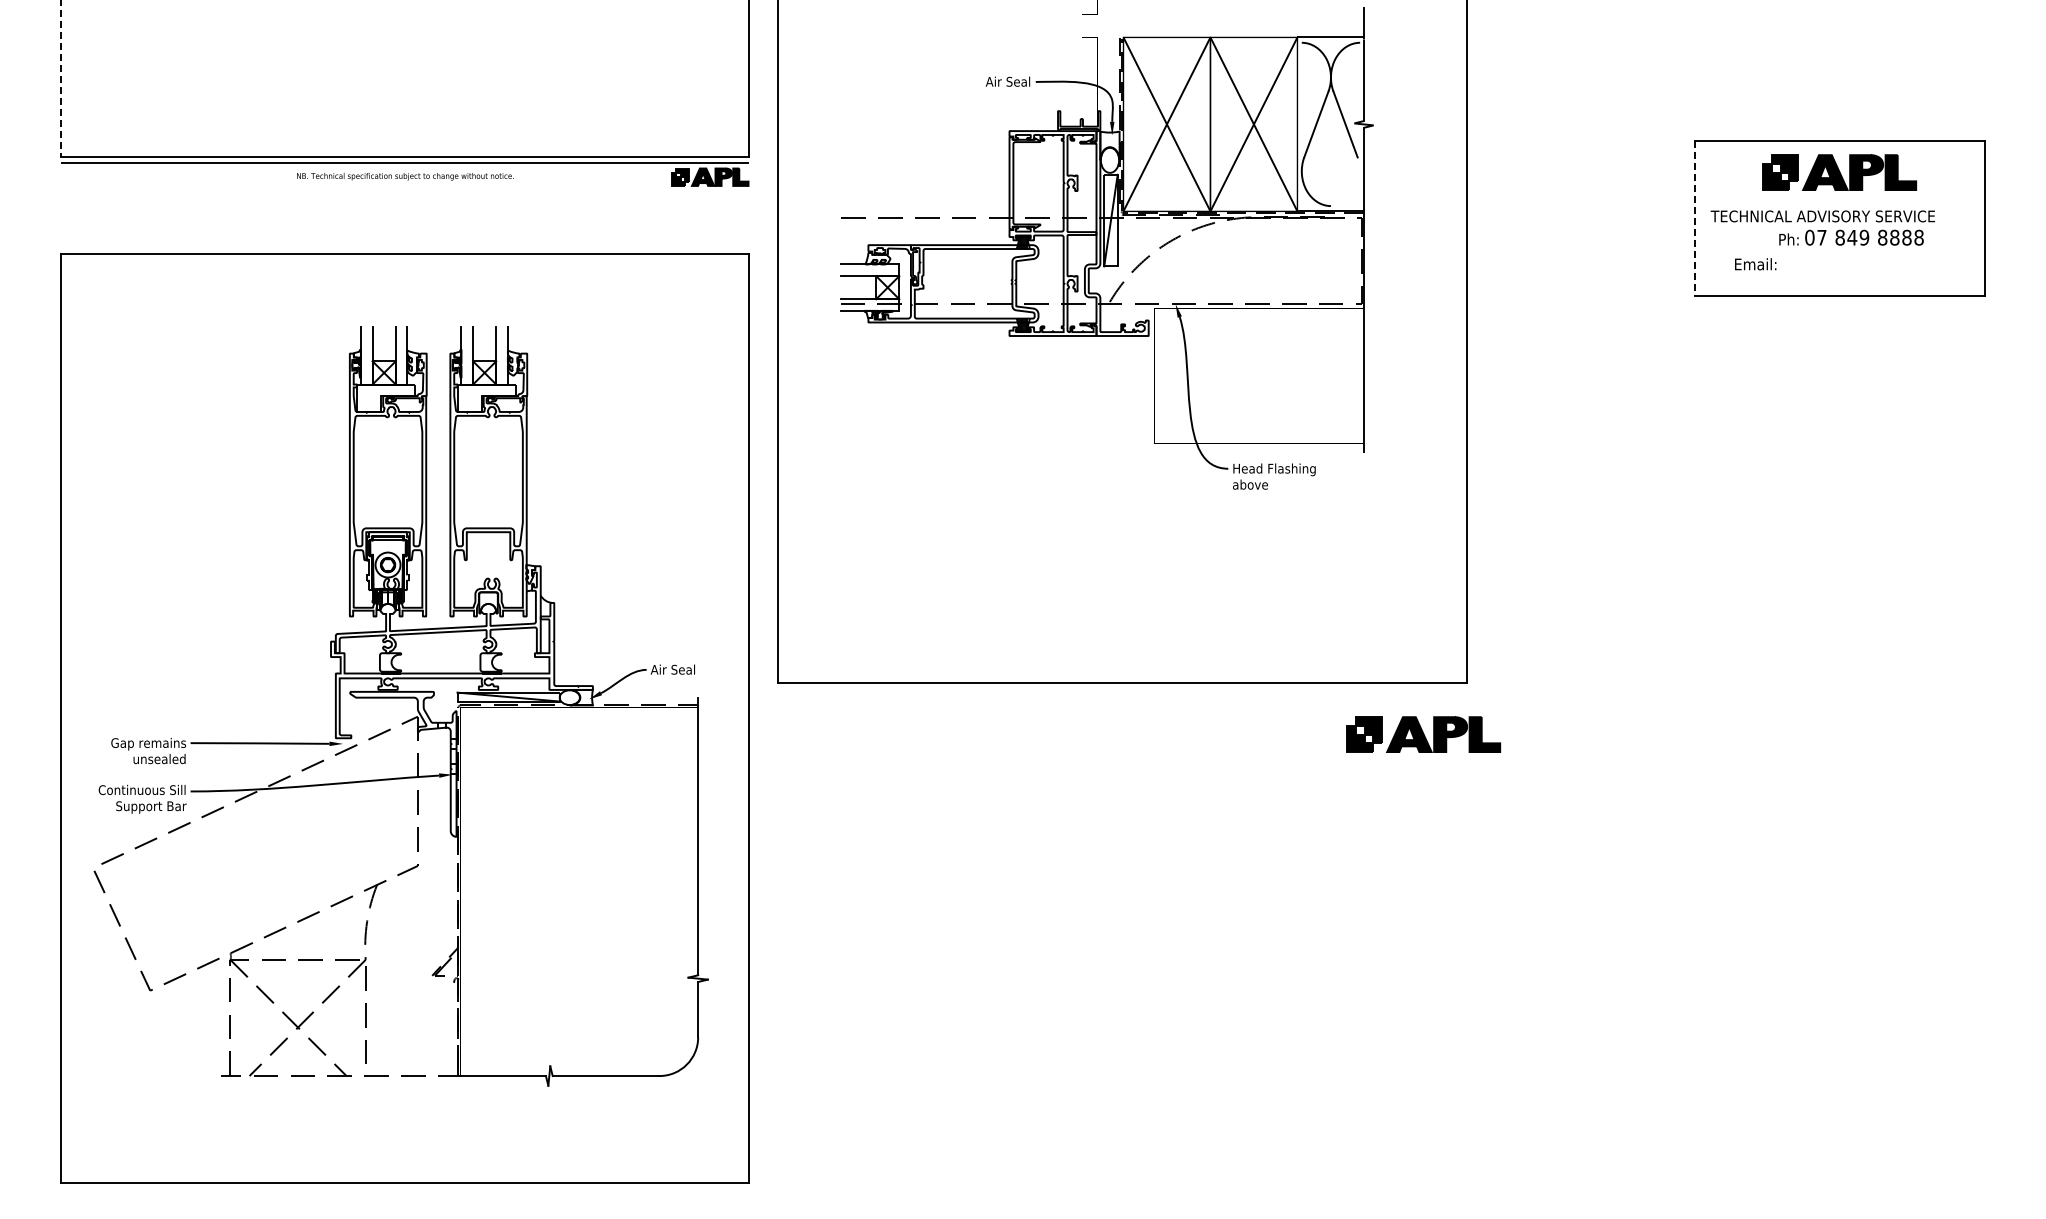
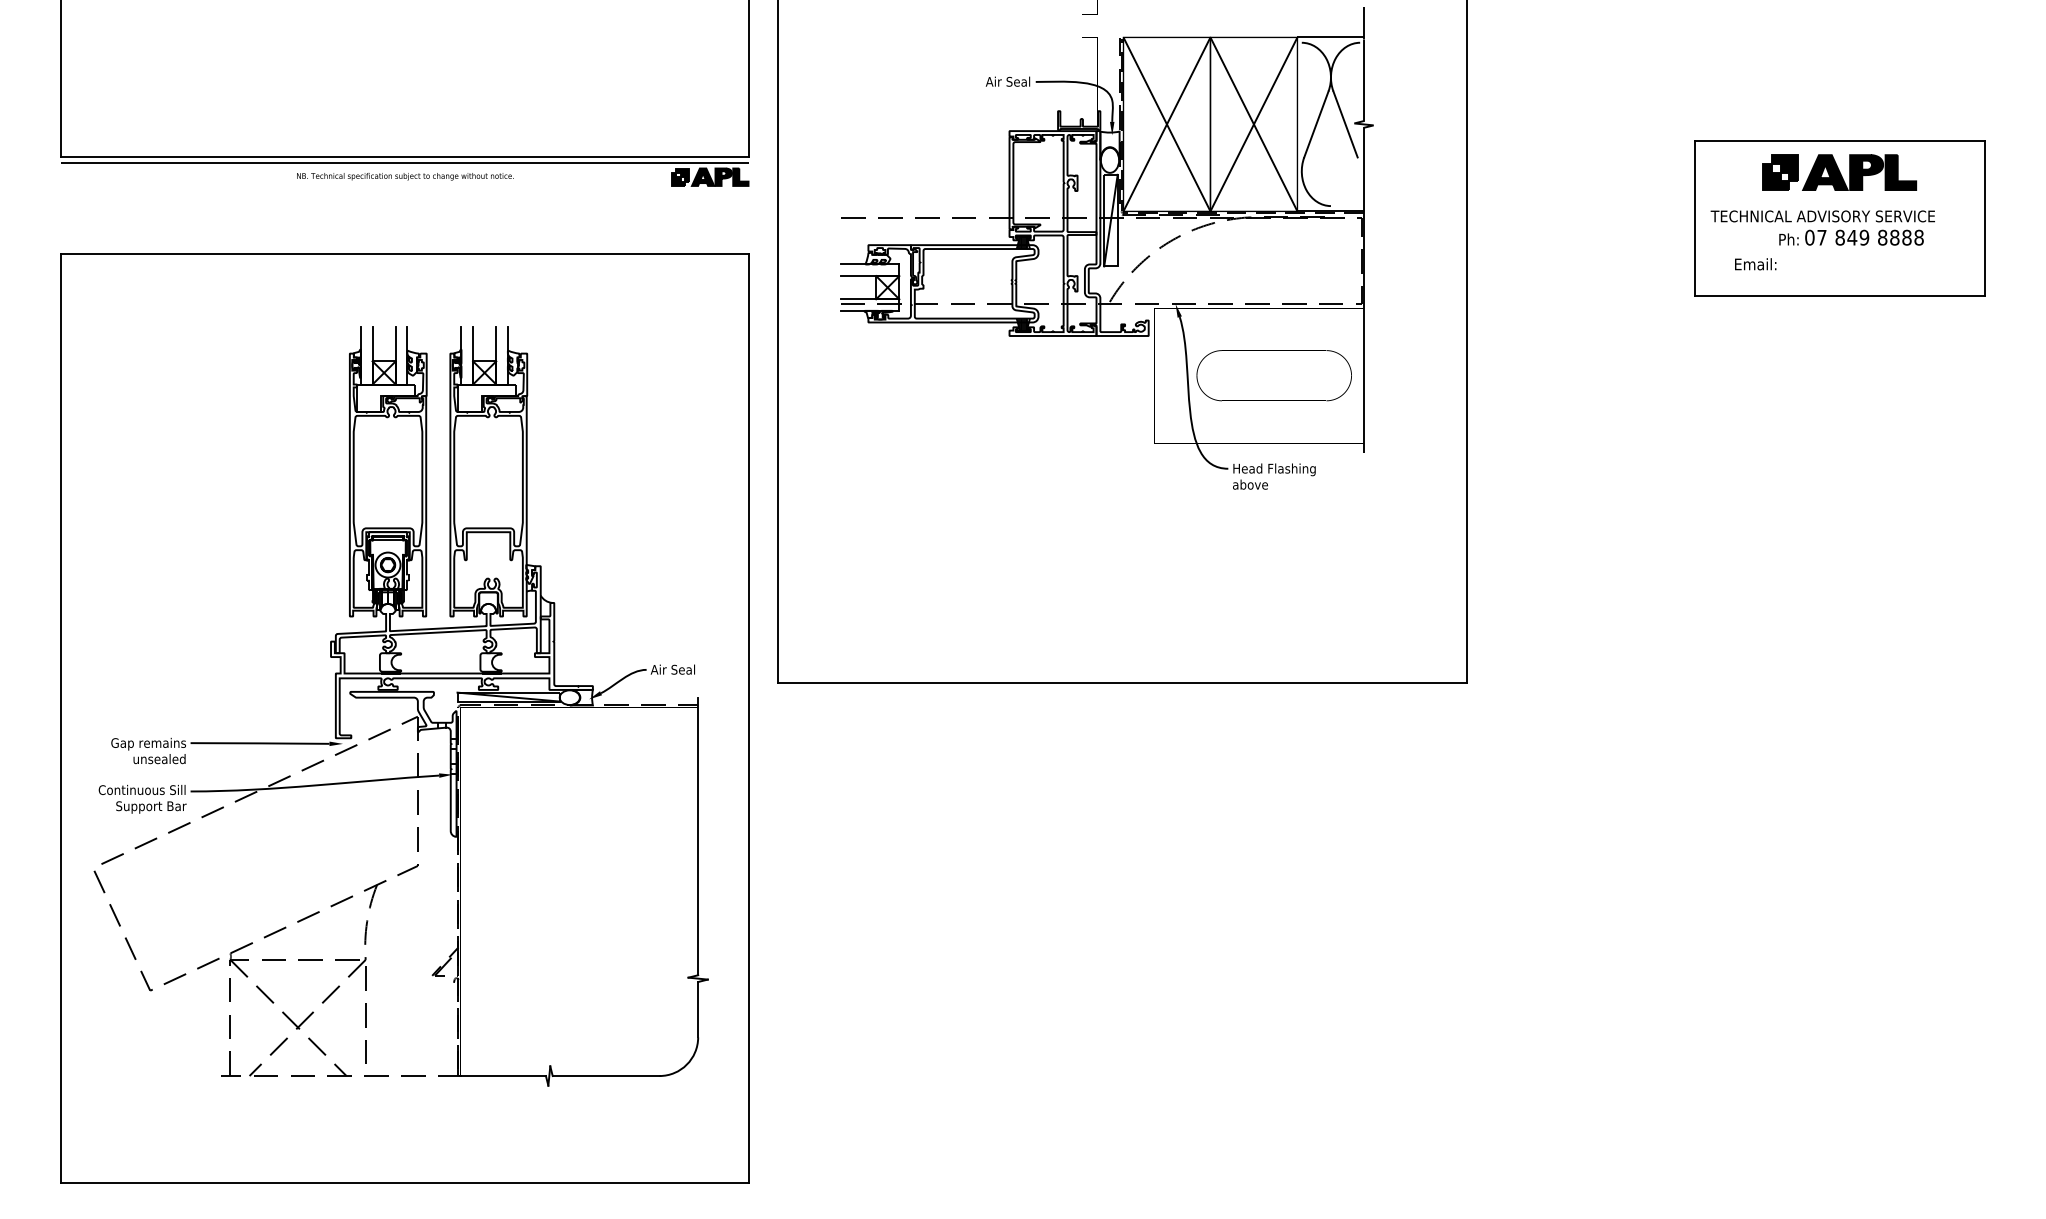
line at (61, 79): dashed -> solid
line at (1694, 219): dashed -> solid
part at (1273, 375): none -> present
part at (1423, 734): present -> none
